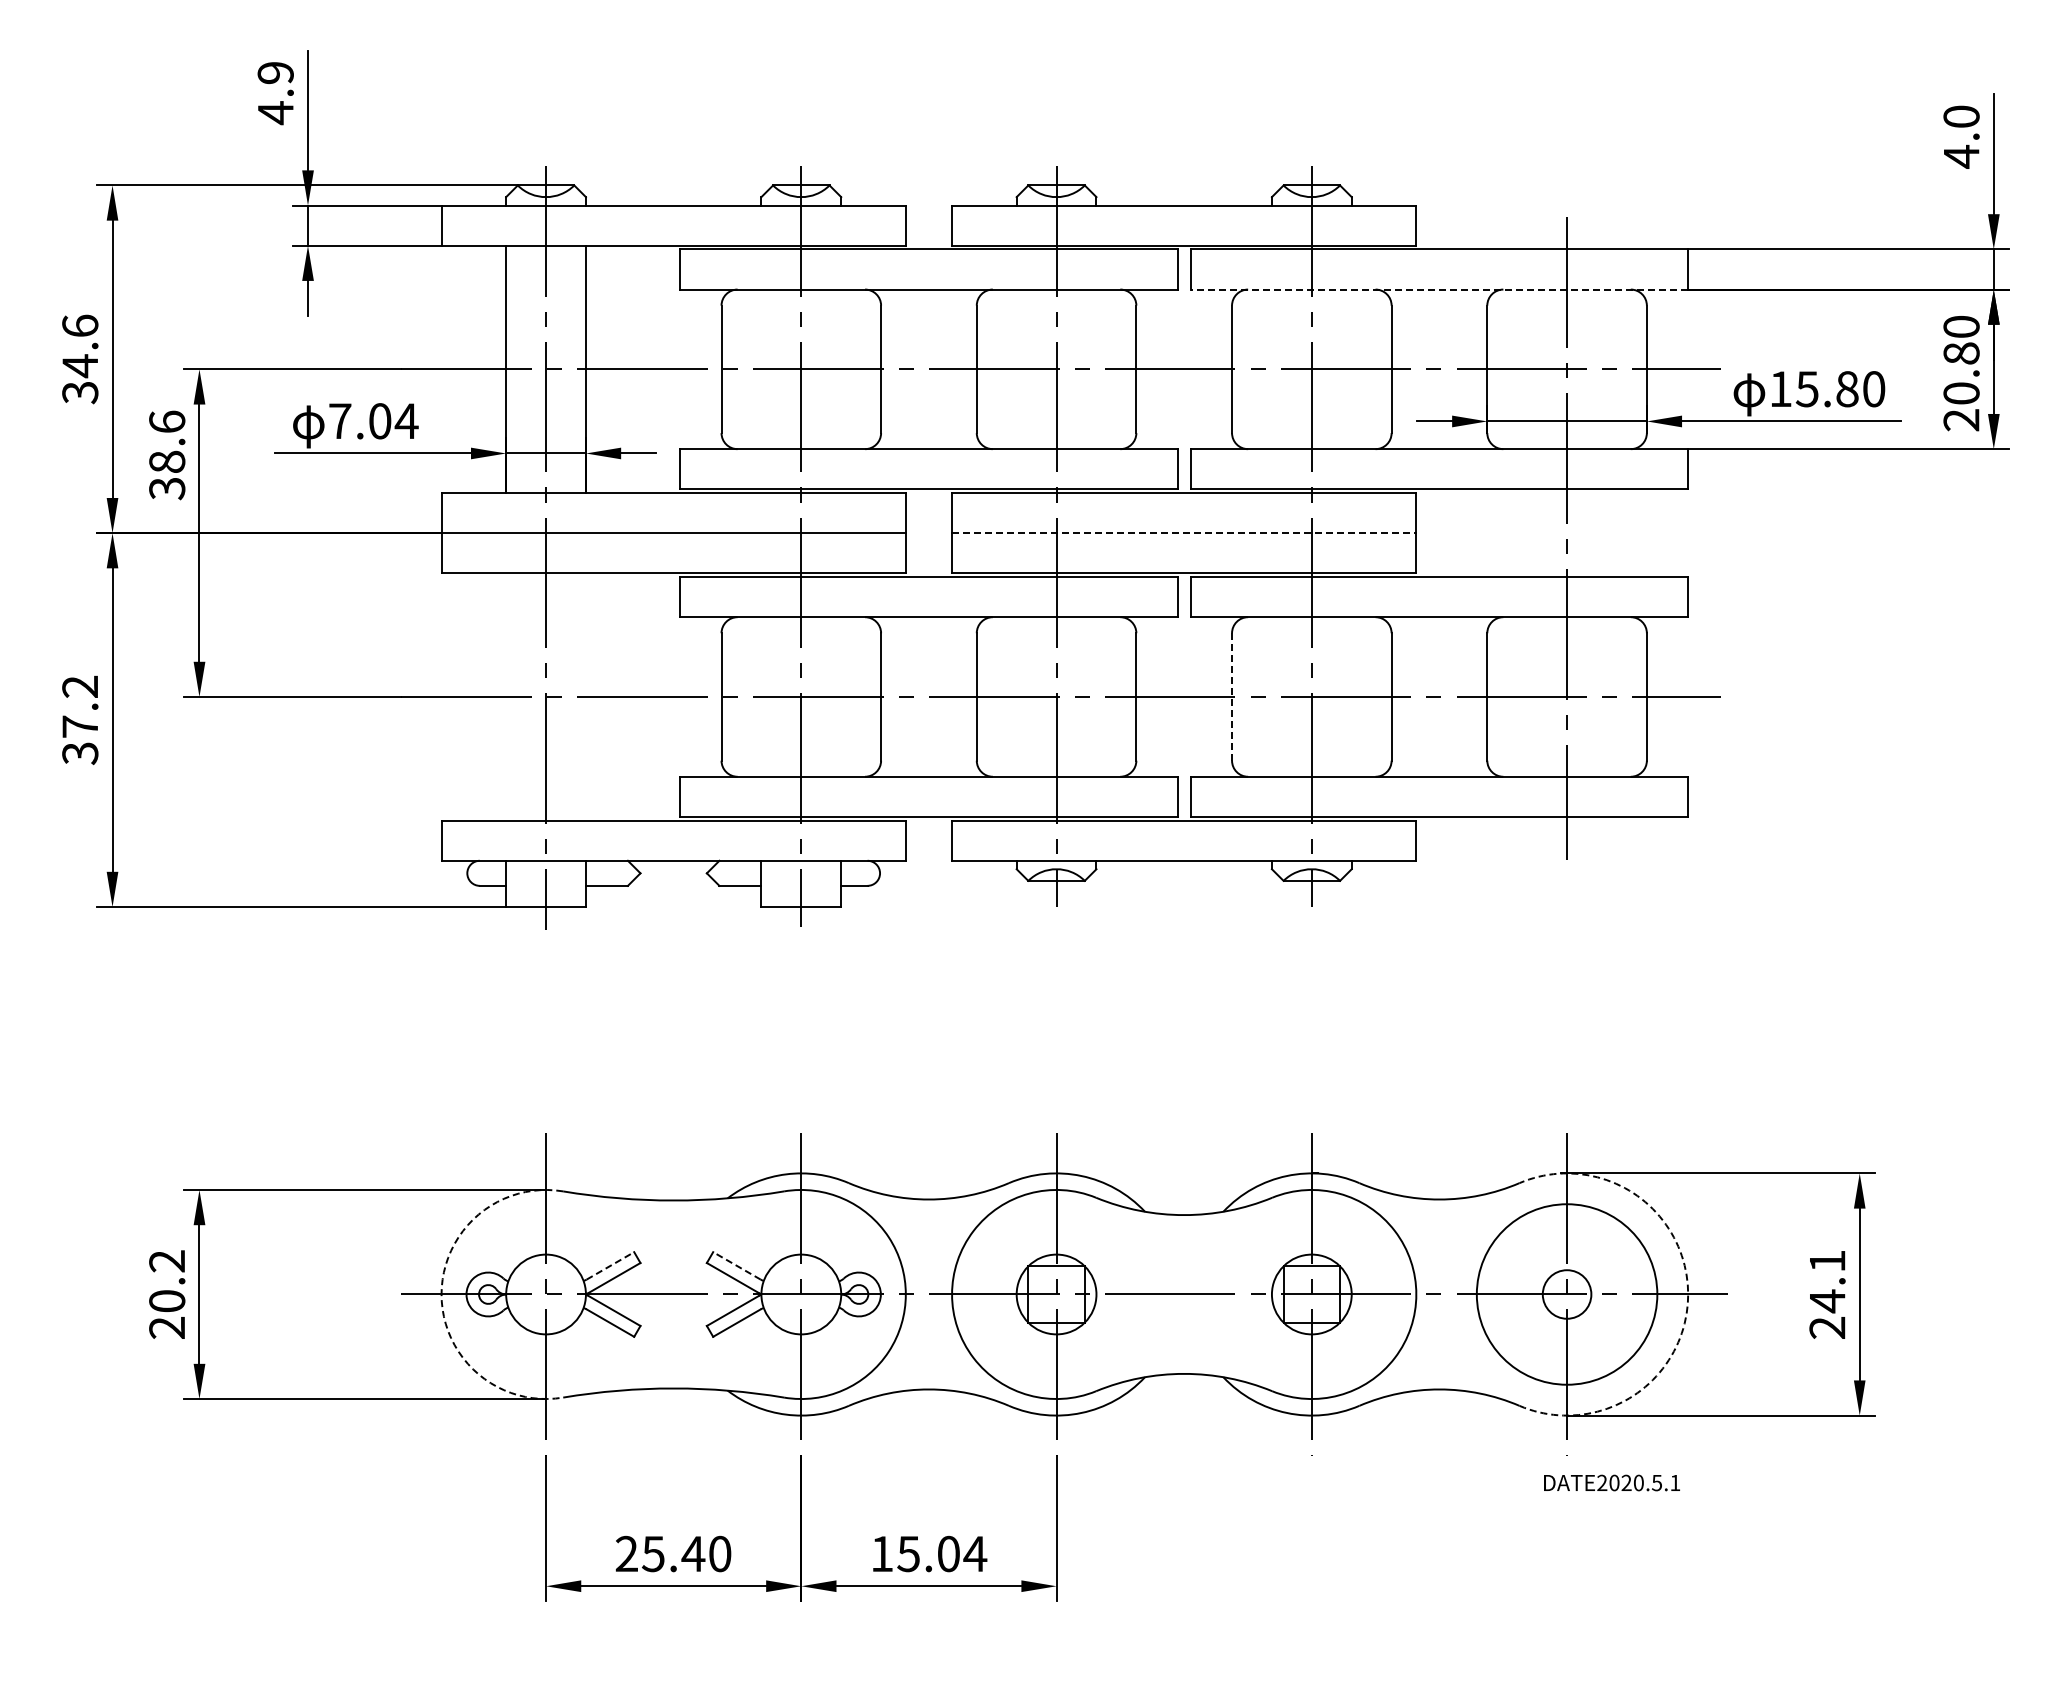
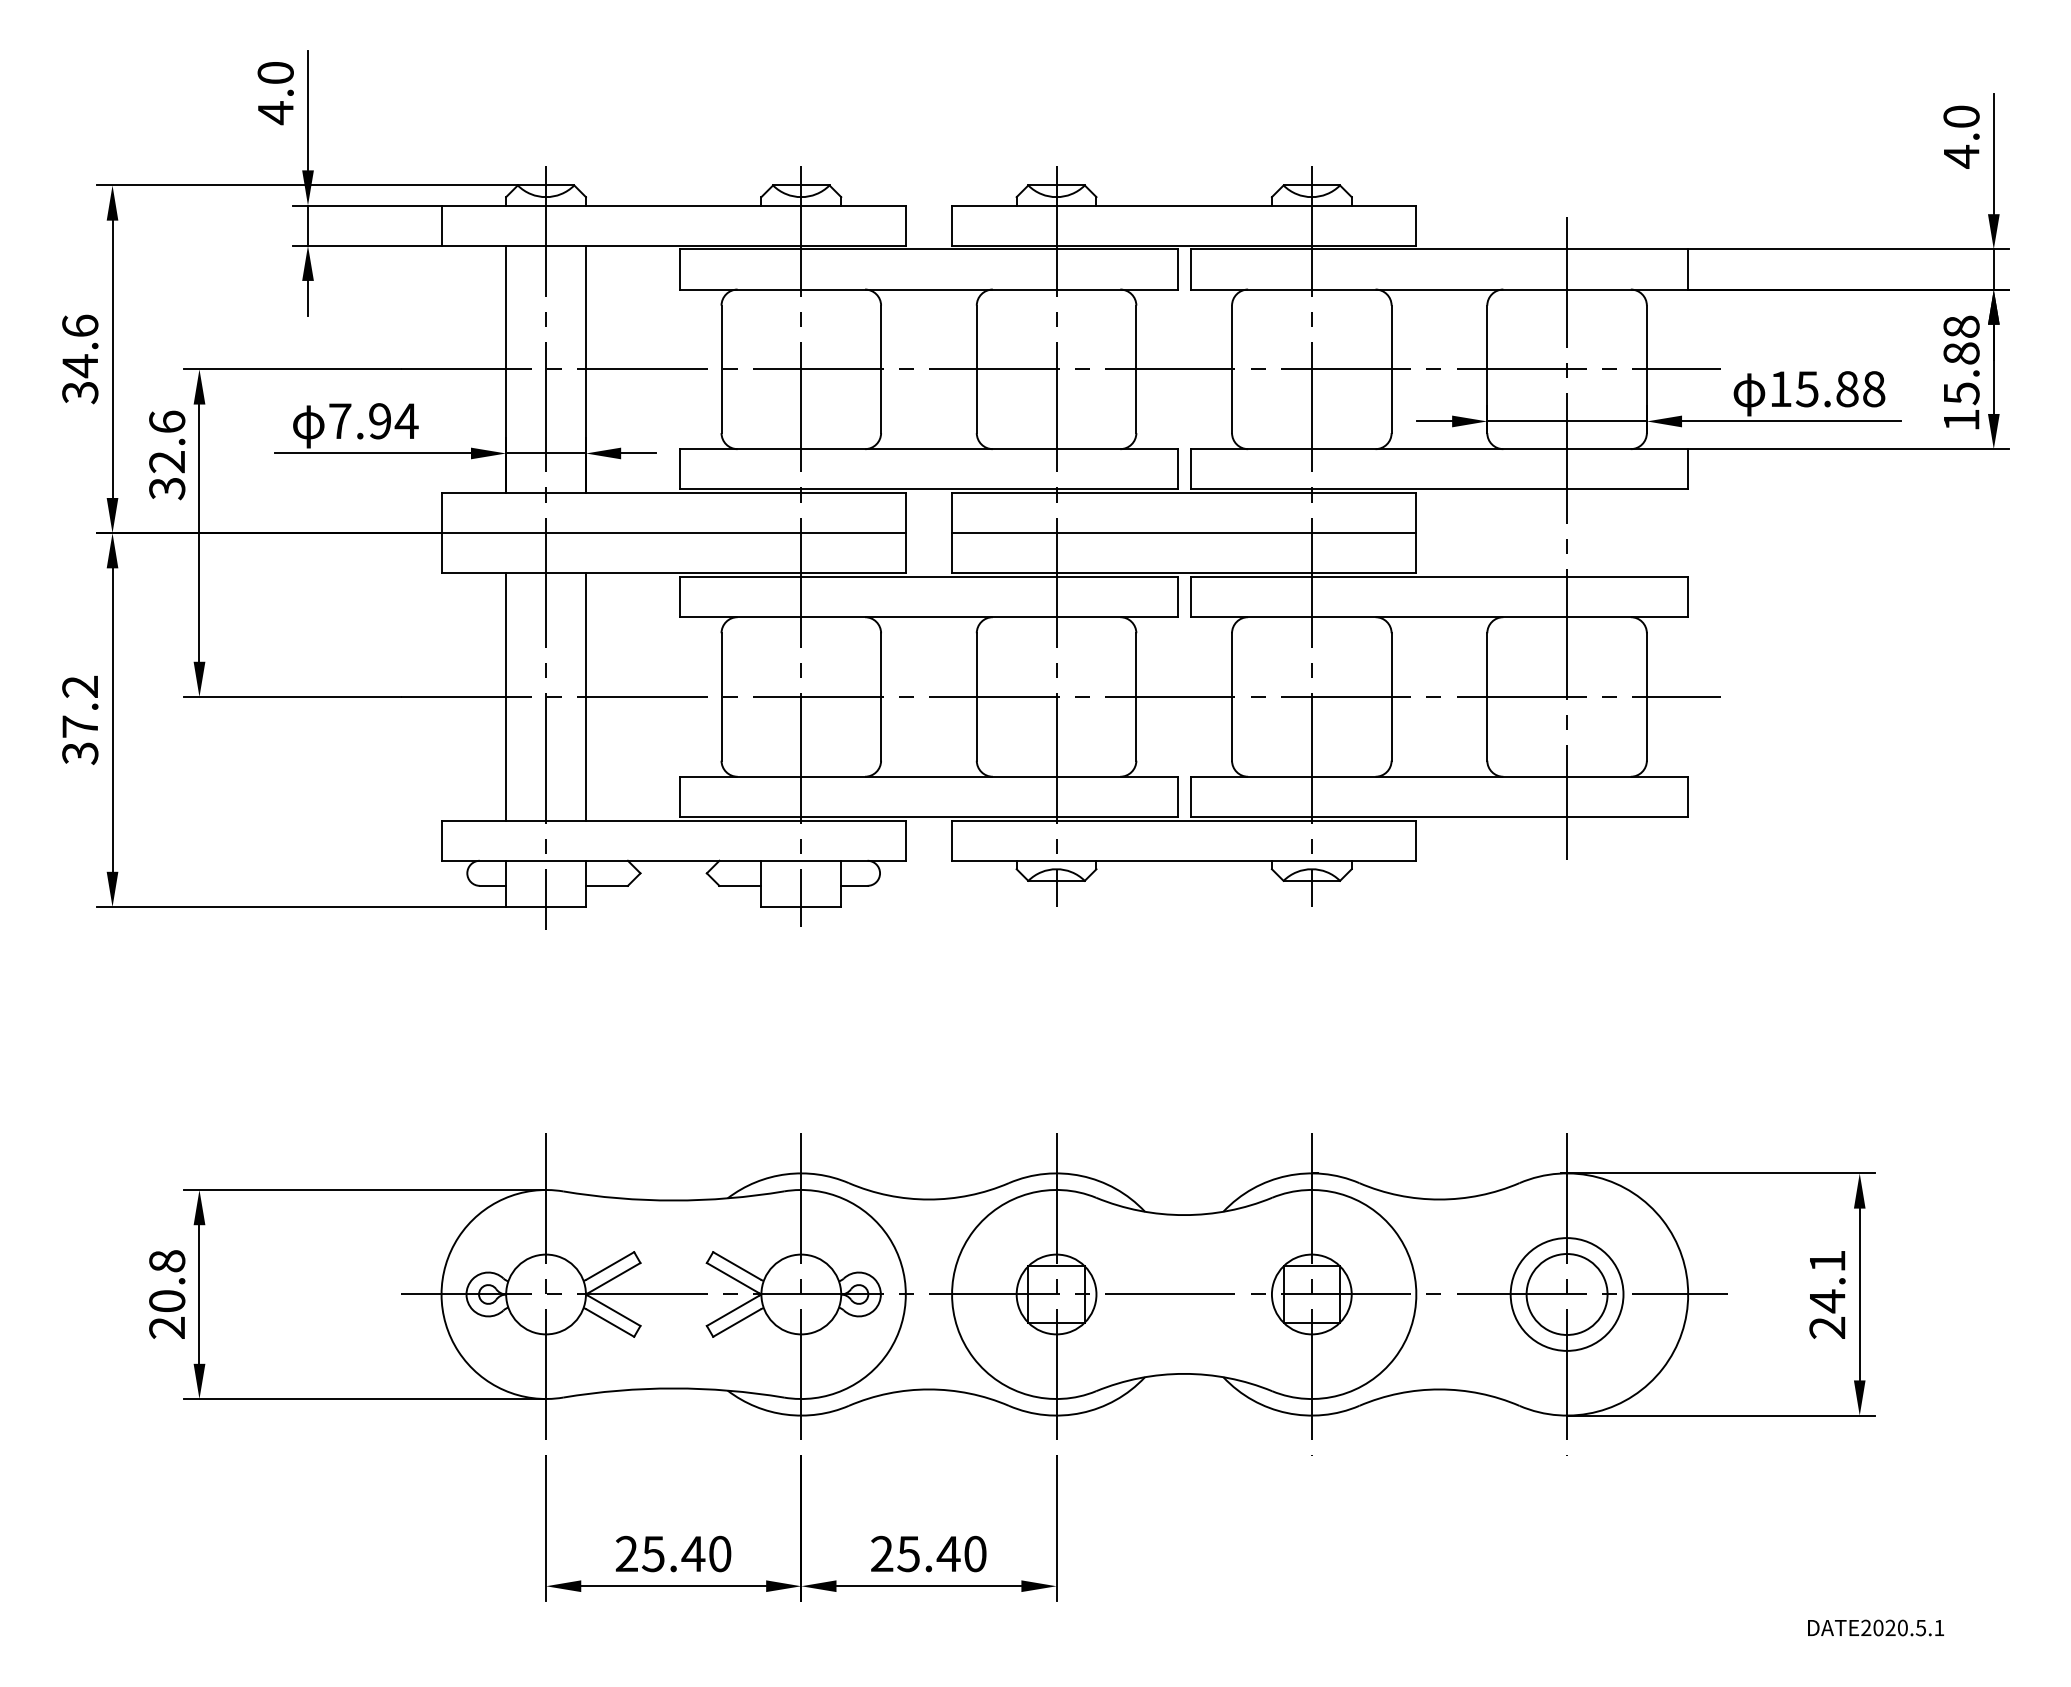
text at (275, 73): 4.9 -> 4.0
line at (1439, 289): dashed -> solid
text at (1961, 373): 20.80 -> 15.88
text at (1874, 389): 15.80 -> 15.88
text at (380, 421): 7.04 -> 7.94
text at (167, 461): 38.6 -> 32.6
line at (1184, 533): dashed -> solid
line at (506, 696): none -> present
line at (585, 696): none -> present
line at (1232, 696): dashed -> solid
text at (167, 1261): 20.2 -> 20.8
line at (610, 1265): dashed -> solid
line at (736, 1265): dashed -> solid
arc at (441, 1294): dashed -> solid
circle at (1566, 1294) diameter: 181 px -> 113 px
circle at (1566, 1294) diameter: 49 px -> 81 px
arc at (1688, 1294): dashed -> solid
text at (1611, 1482) position: (1611, 1482) -> (1875, 1627)
text at (929, 1553): 15.04 -> 25.40
